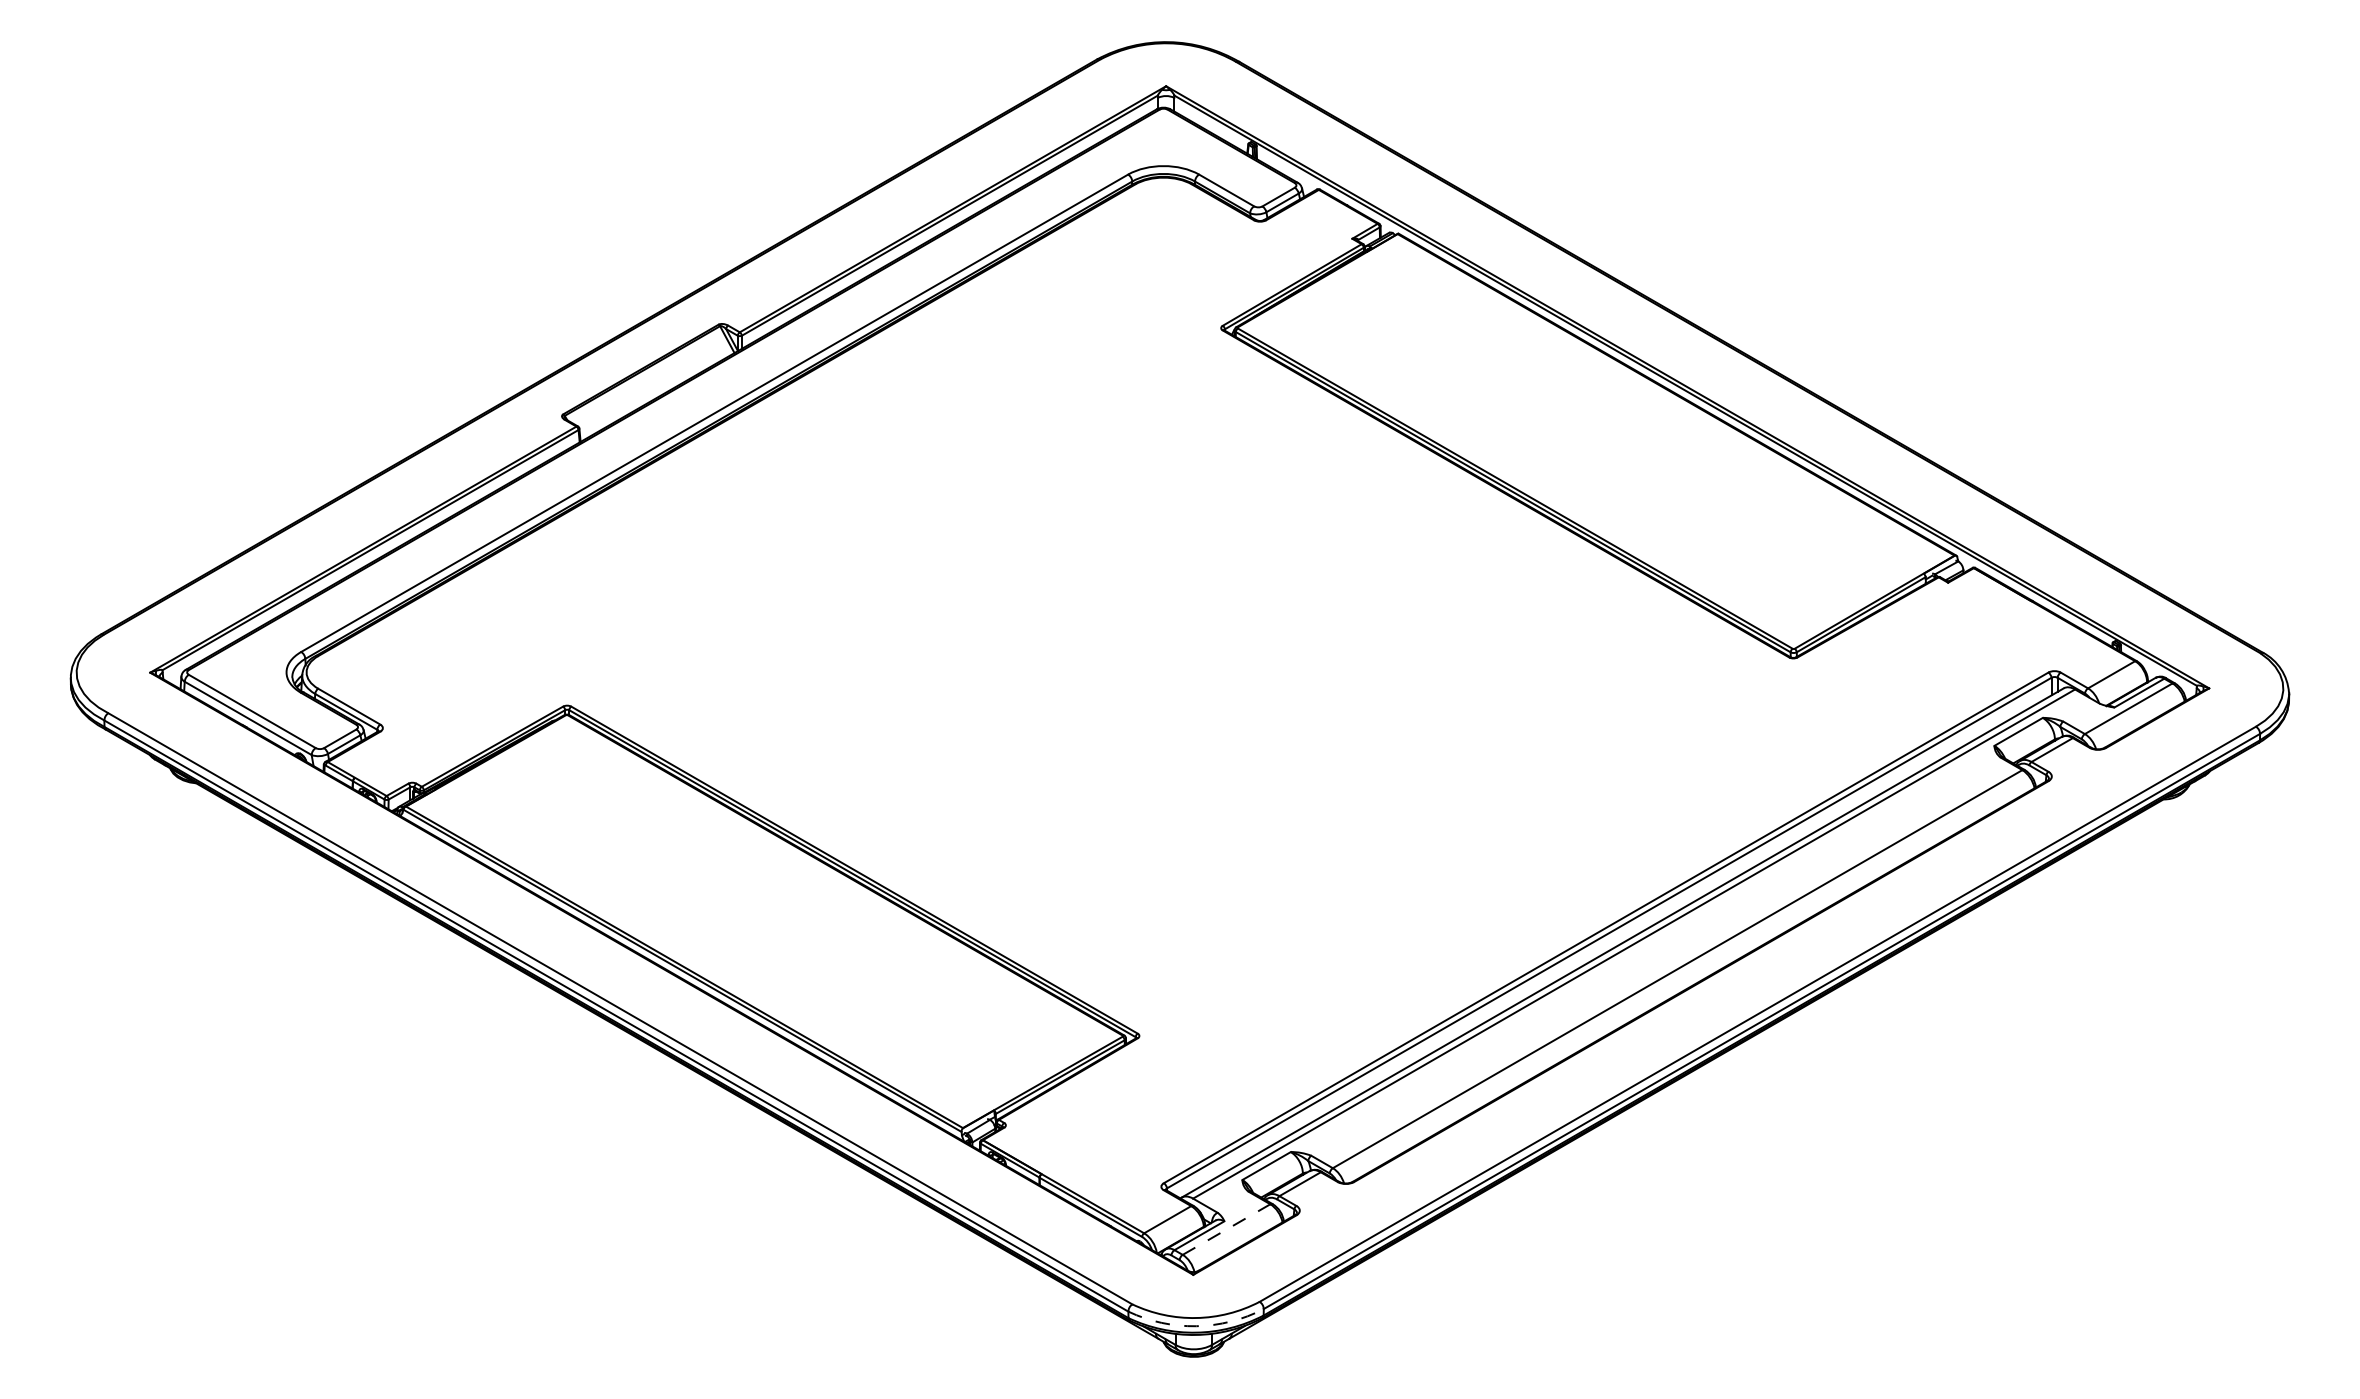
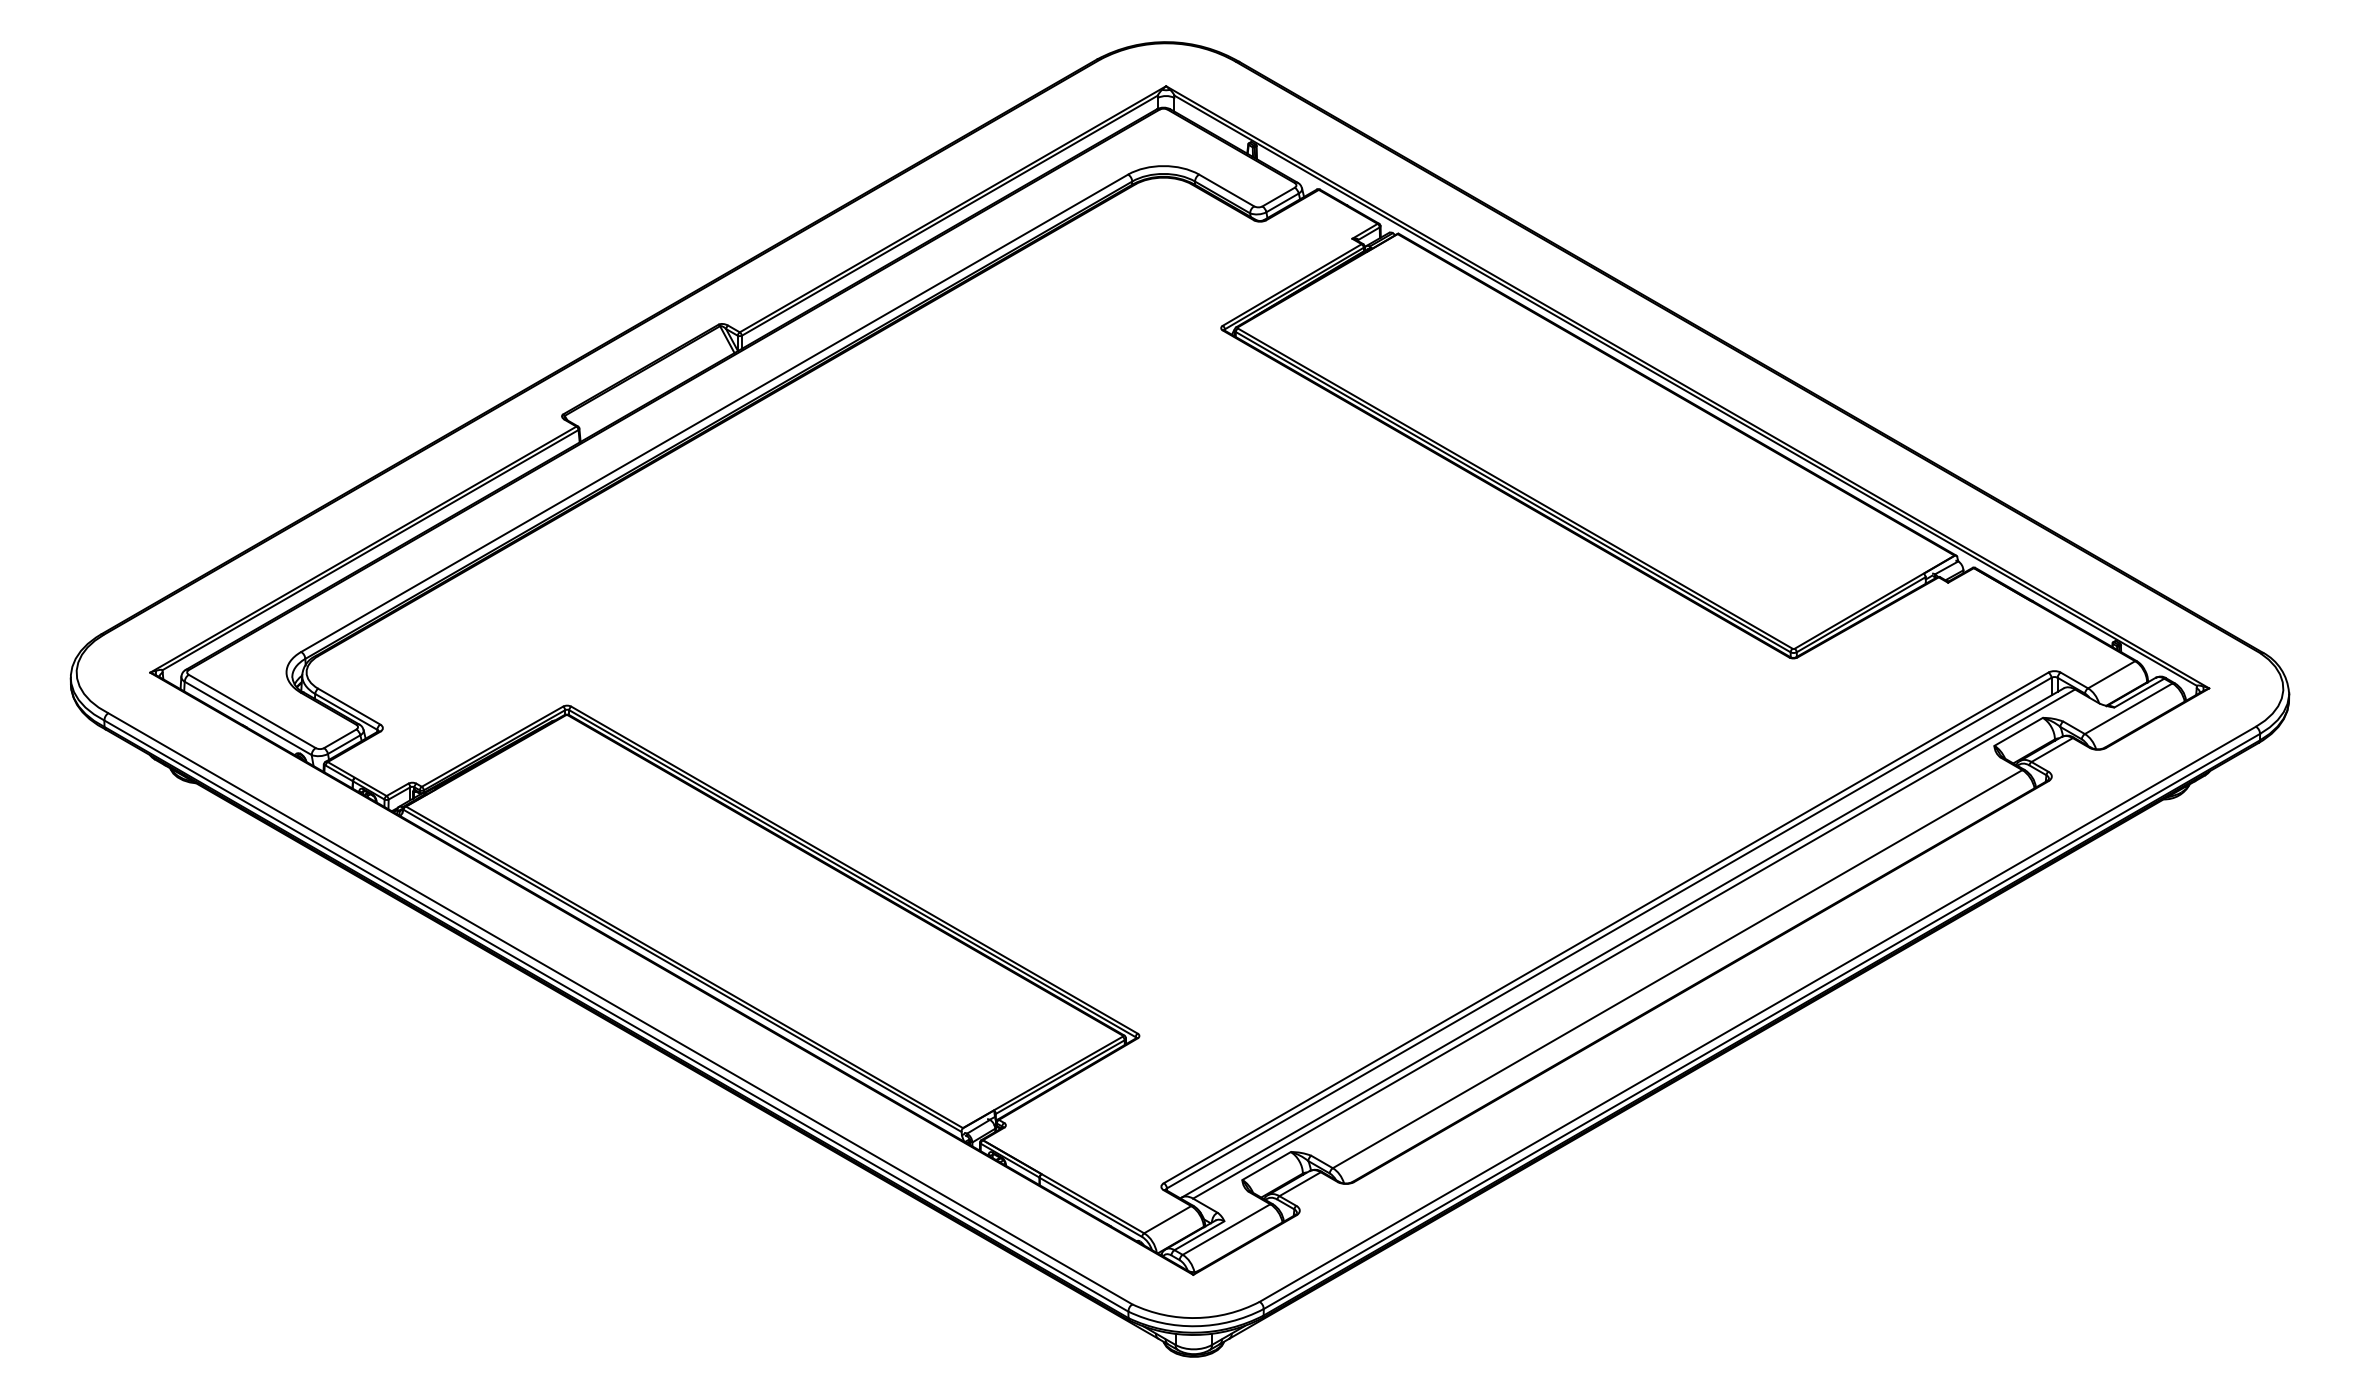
line at (1226, 1229): dashed -> solid
arc at (1196, 1326): dashed -> solid
